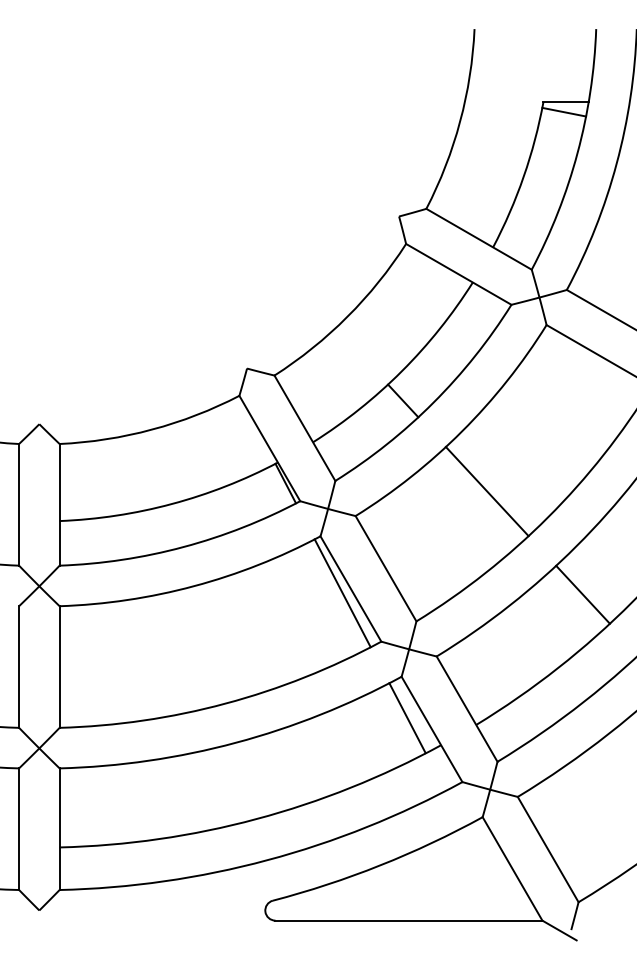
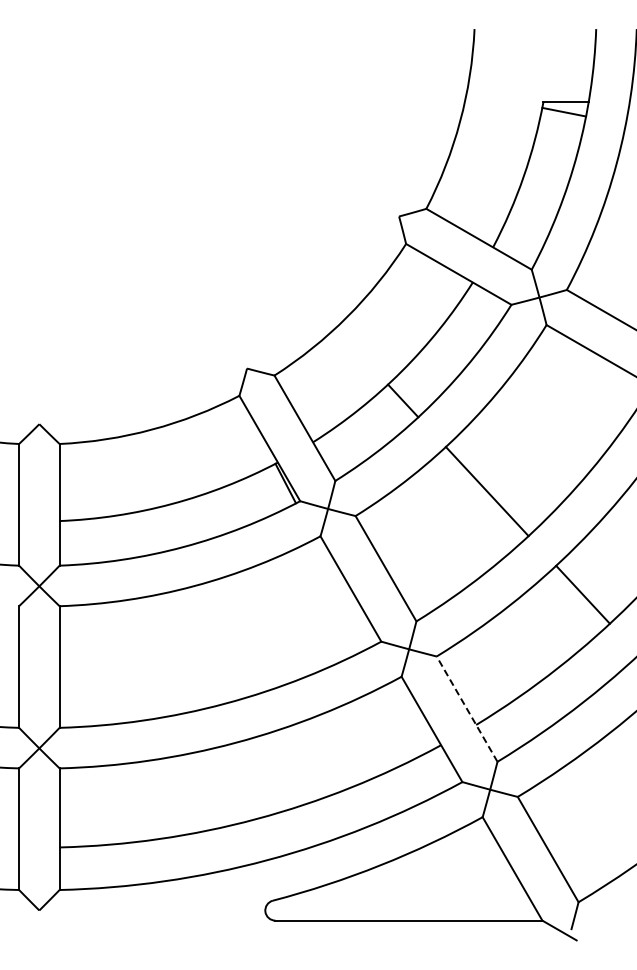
line at (342, 593): present -> none
line at (467, 709): solid -> dashed
line at (407, 718): present -> none
